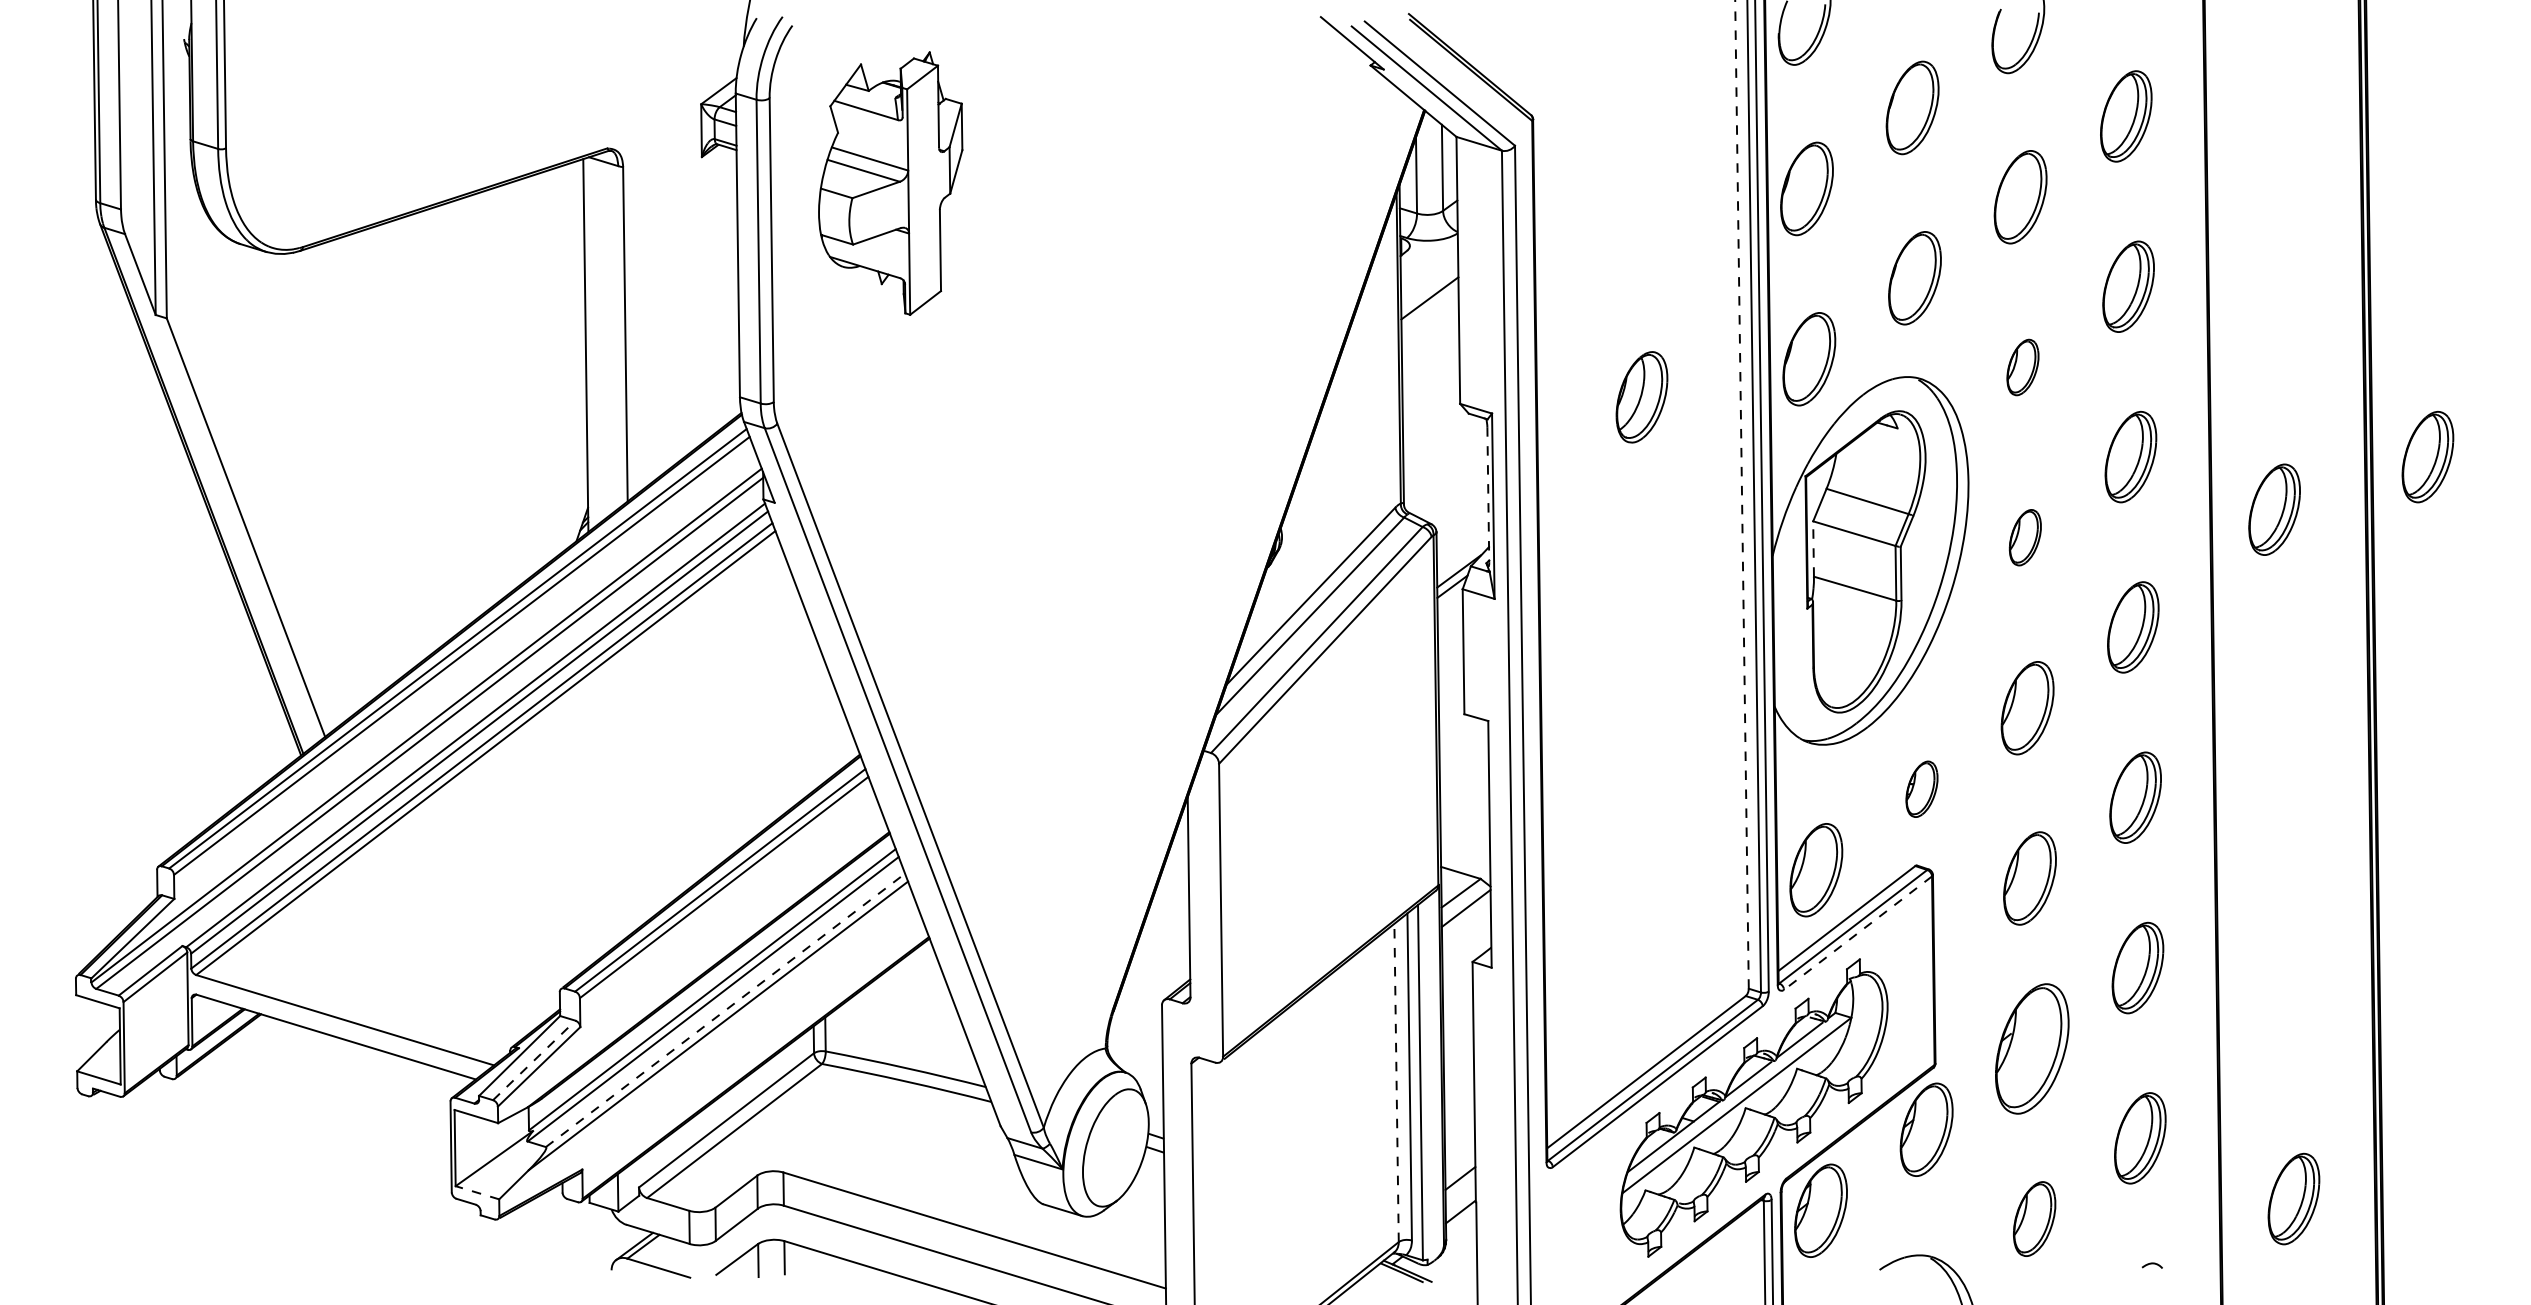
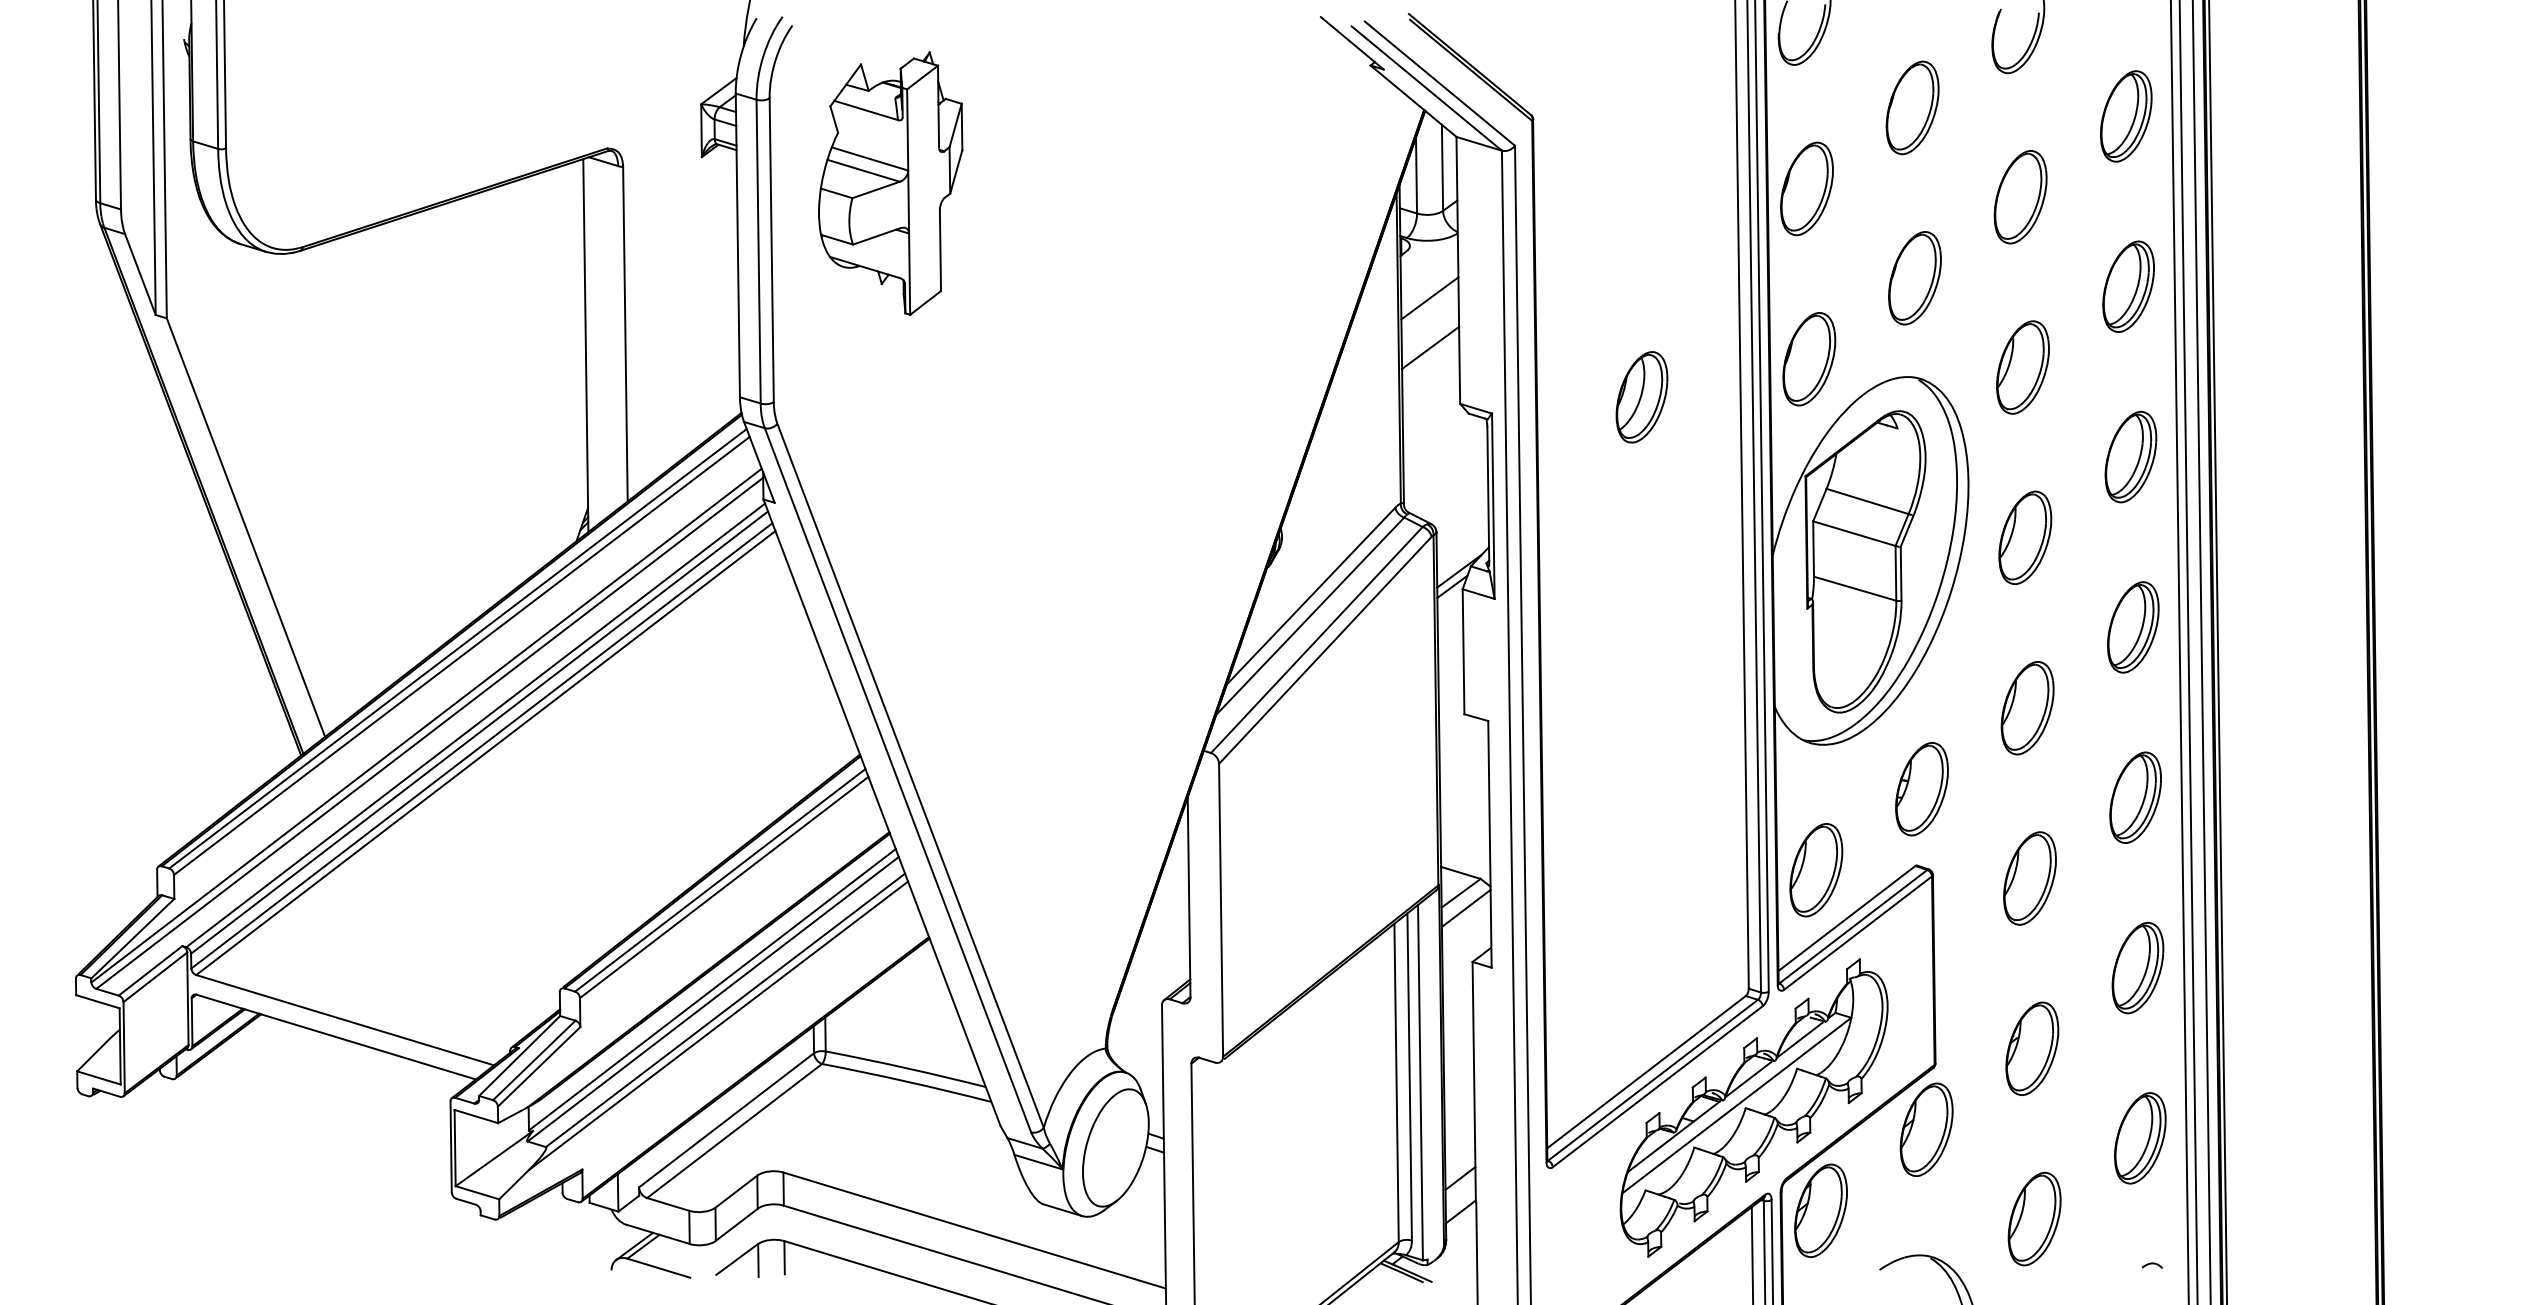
line at (1430, 347): none -> present
part at (2022, 367) size: 34x59 px -> 54x95 px
part at (2427, 456): present -> none
line at (1488, 494): dashed -> solid
line at (1742, 494): dashed -> solid
part at (2274, 509): present -> none
part at (2024, 537) size: 34x58 px -> 55x95 px
line at (1813, 549): dashed -> solid
line at (2179, 651): none -> present
line at (2188, 651): none -> present
line at (2201, 651): none -> present
line at (2218, 651): none -> present
part at (1921, 788) size: 34x58 px -> 54x95 px
line at (1857, 933): dashed -> solid
line at (725, 1010): dashed -> solid
part at (2032, 1048) size: 75x132 px -> 55x95 px
line at (534, 1060): dashed -> solid
line at (1396, 1082): dashed -> solid
line at (477, 1192): dashed -> solid
part at (2293, 1198): present -> none
part at (2034, 1218) size: 44x76 px -> 55x96 px
line at (1752, 1254): none -> present
